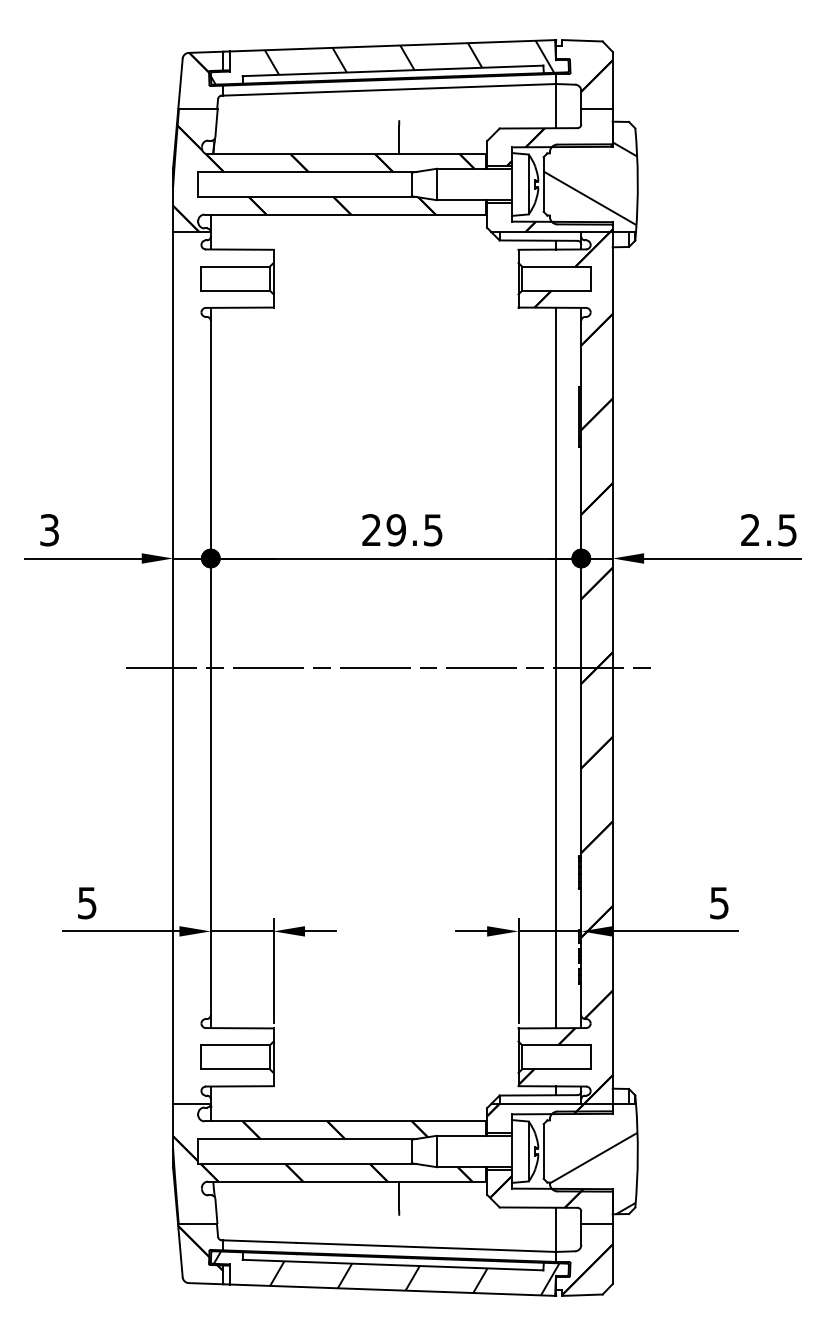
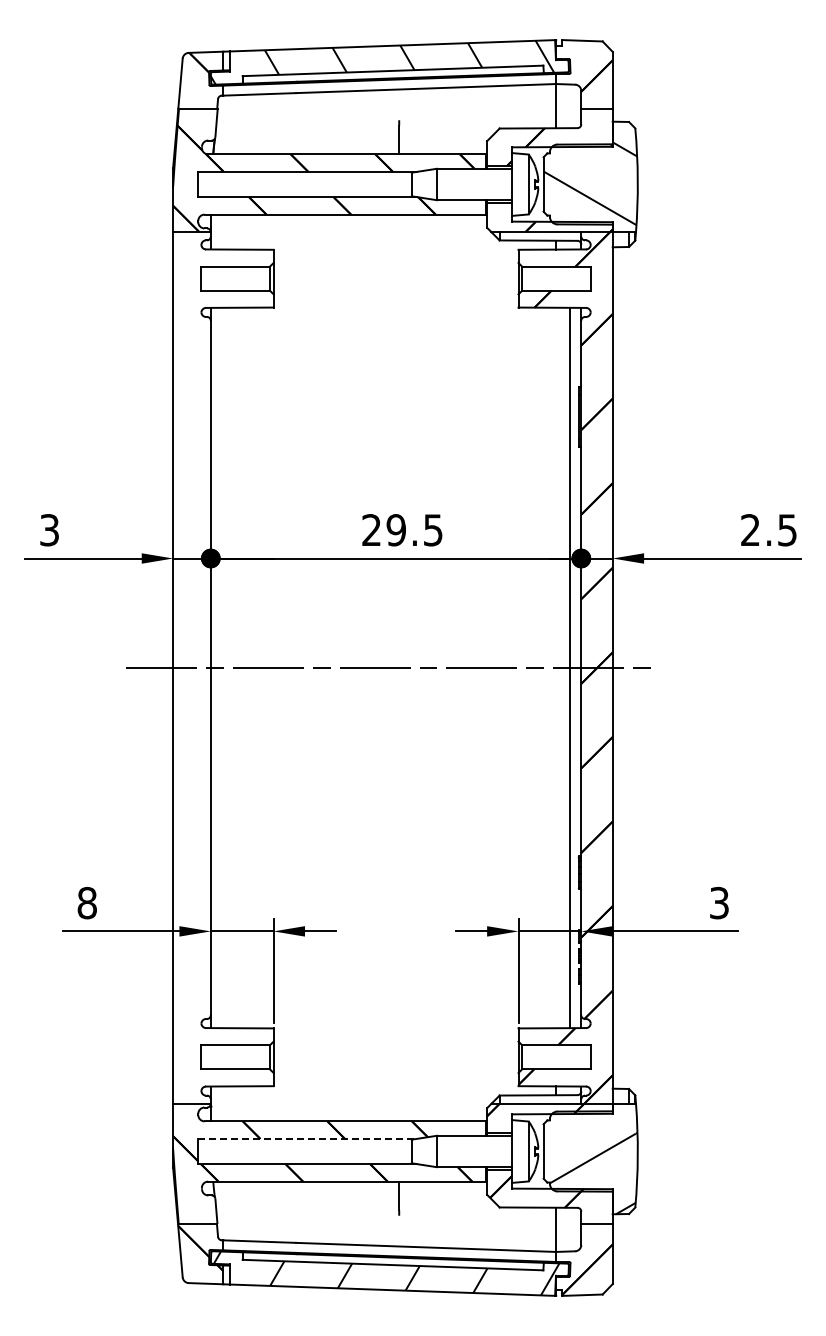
line at (556, 667) position: (556, 667) -> (570, 667)
text at (86, 902): 5 -> 8
text at (719, 902): 5 -> 3
line at (307, 1138): solid -> dashed
